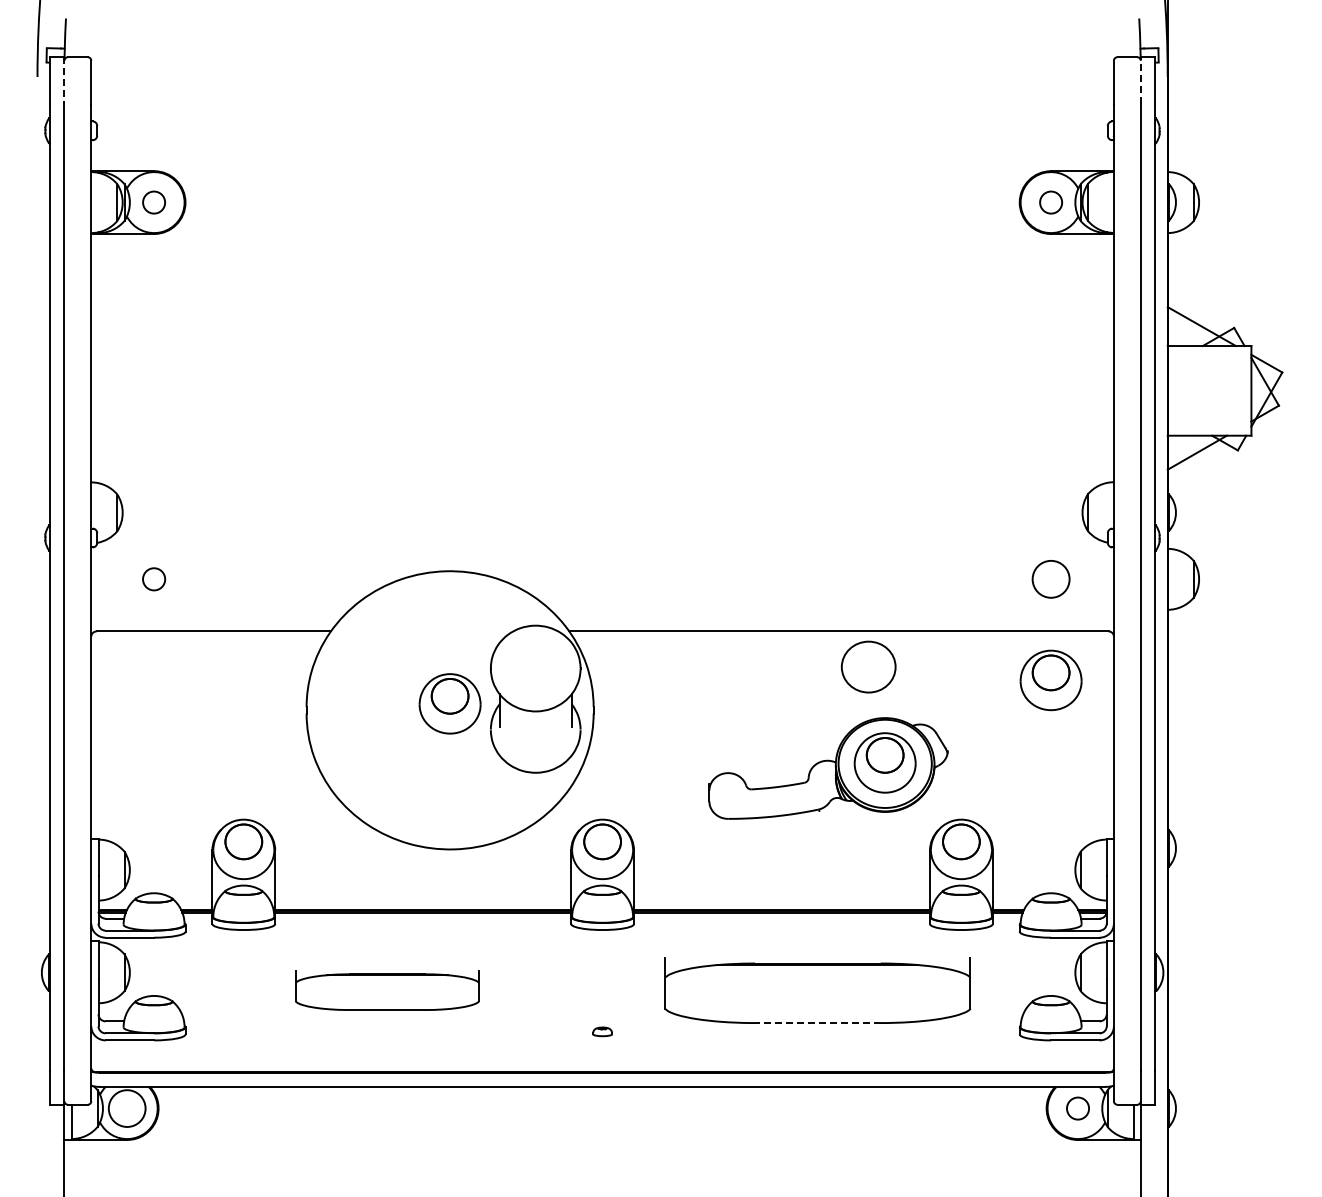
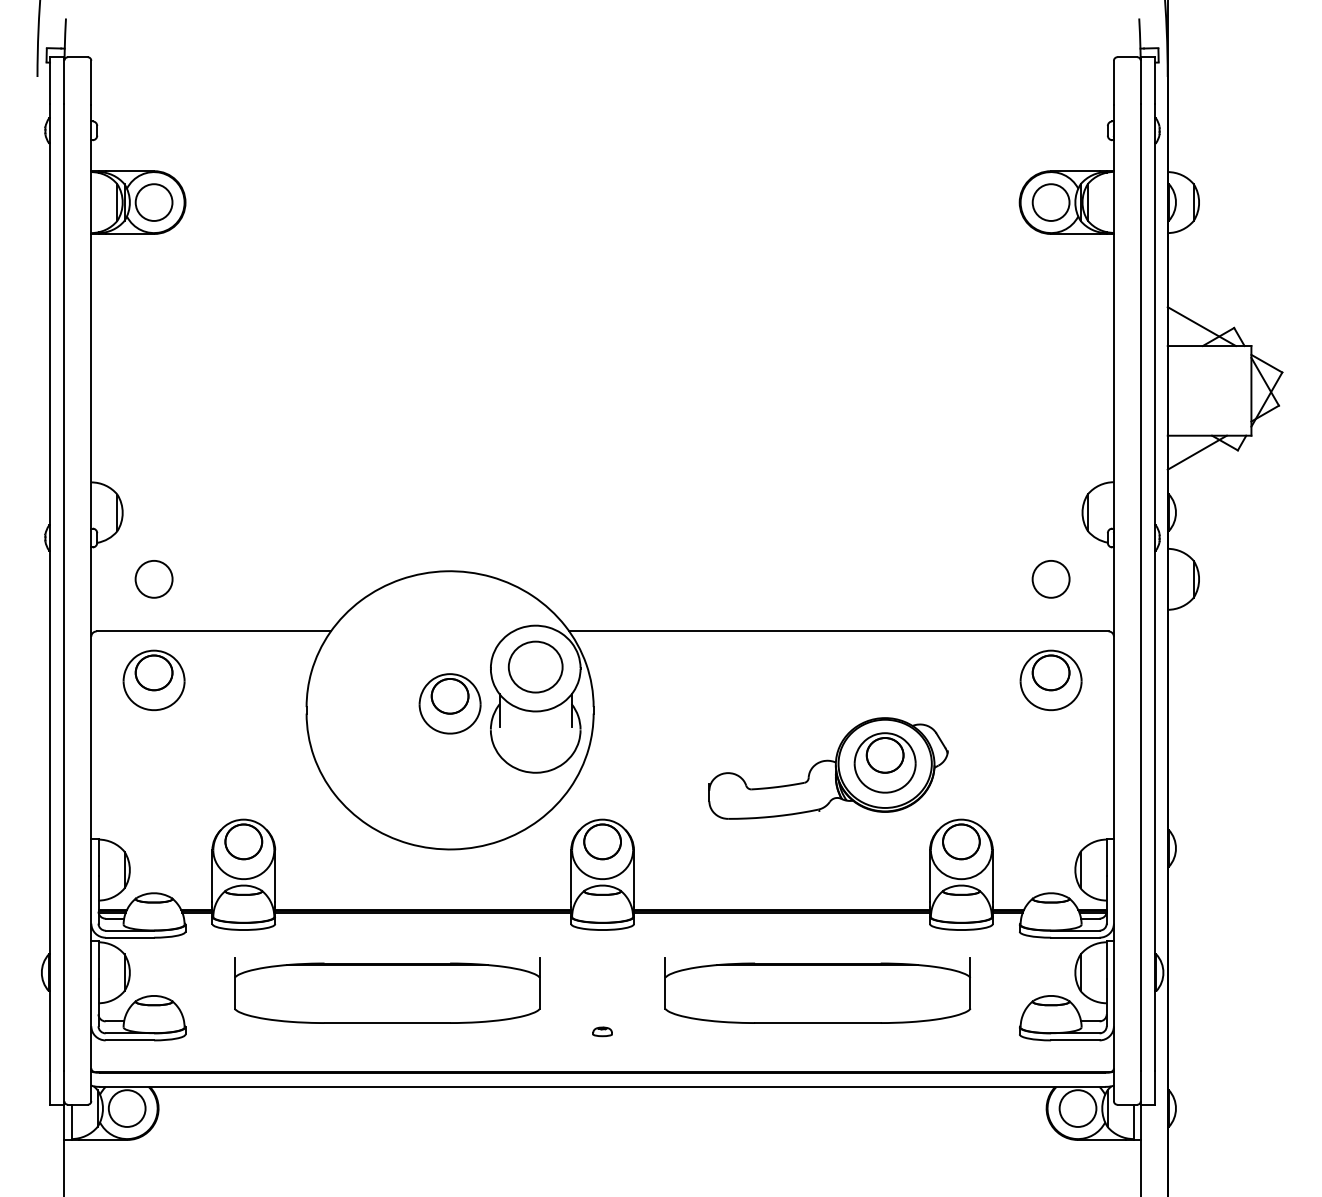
line at (1140, 79): dashed -> solid
line at (64, 80): dashed -> solid
circle at (154, 202) diameter: 22 px -> 37 px
circle at (1051, 202) diameter: 22 px -> 37 px
circle at (154, 579) diameter: 22 px -> 37 px
part at (868, 666) position: (868, 666) -> (535, 666)
part at (153, 680): none -> present
part at (387, 990) size: 185x41 px -> 307x67 px
line at (817, 1023): dashed -> solid
circle at (1078, 1108) diameter: 22 px -> 37 px
